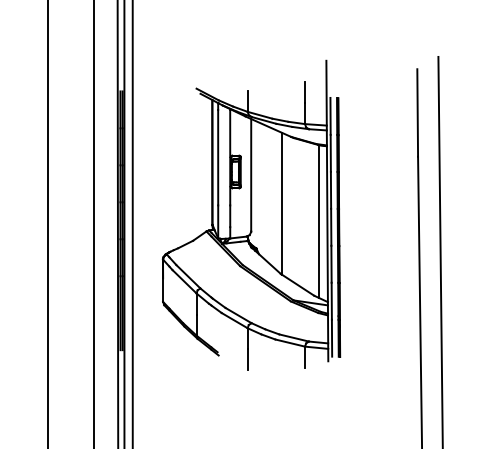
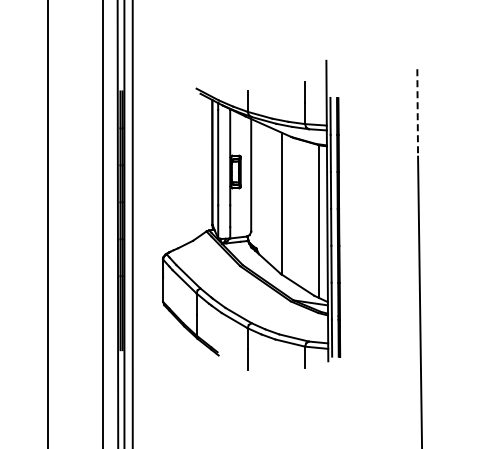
line at (417, 112): solid -> dashed
line at (93, 223) position: (93, 223) -> (102, 223)
line at (440, 250): present -> none
